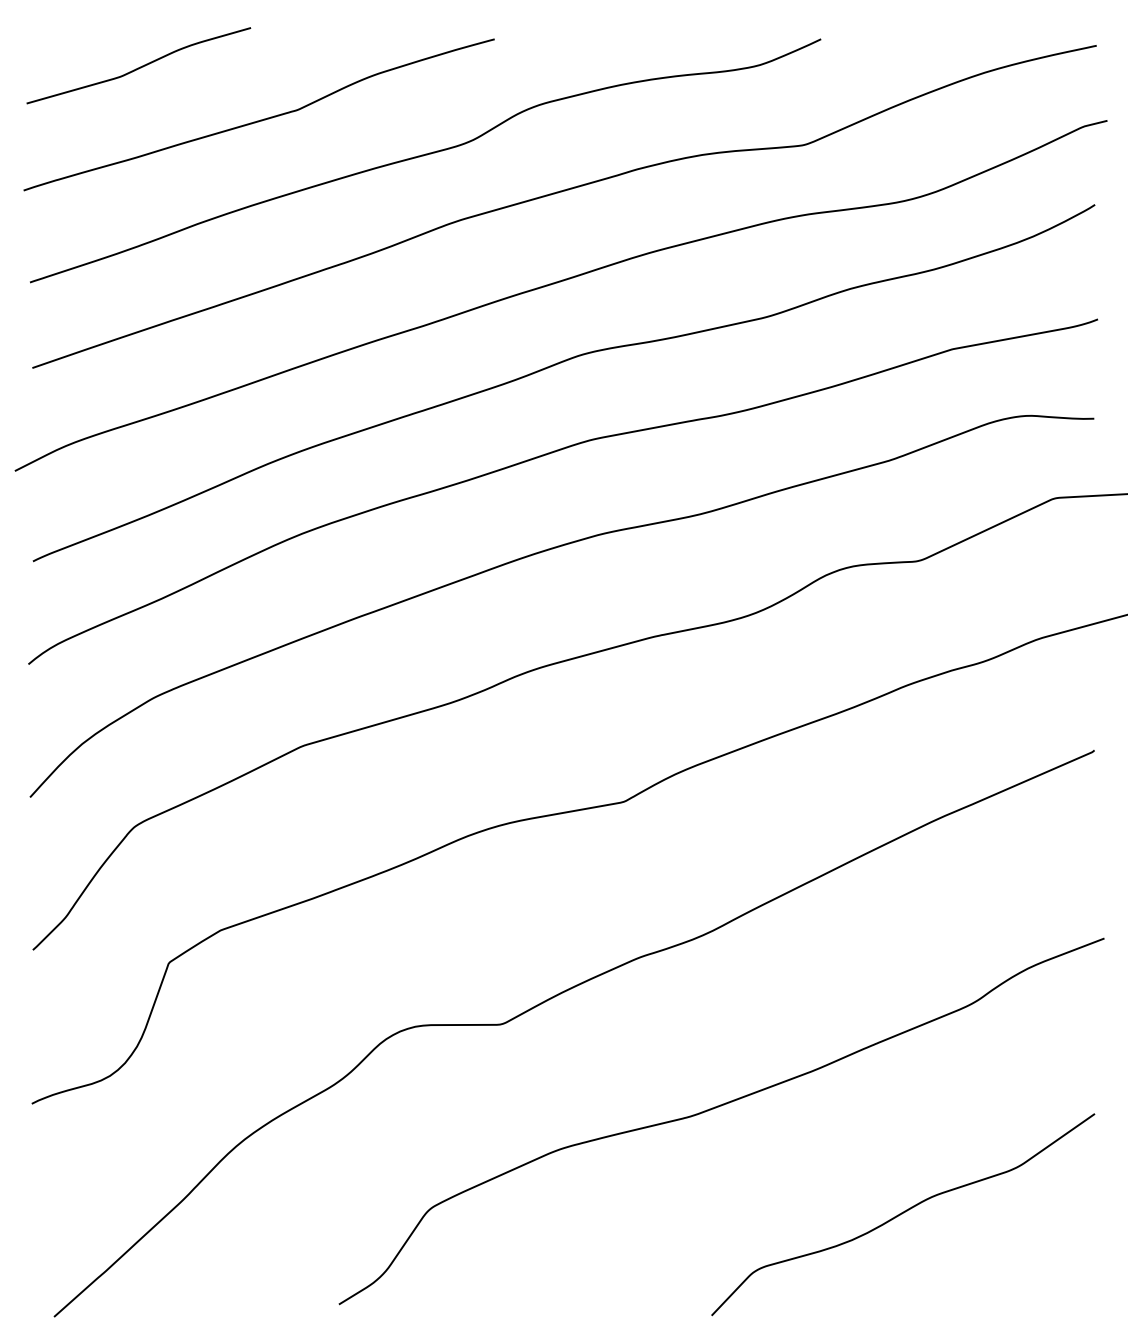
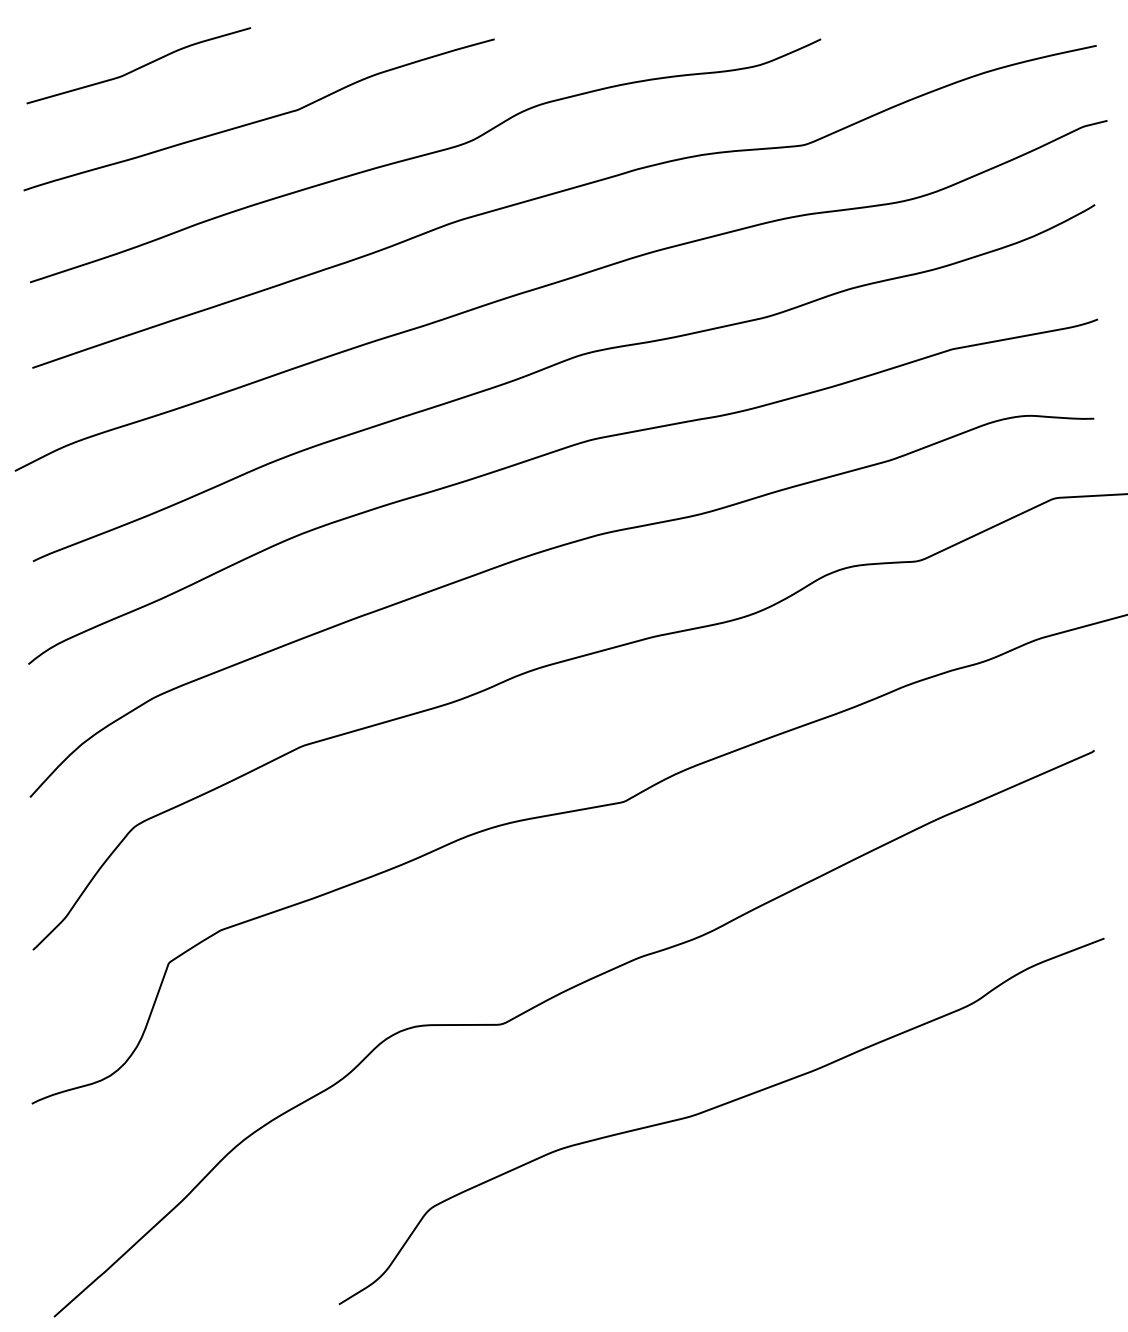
curve at (903, 1213): present -> none
